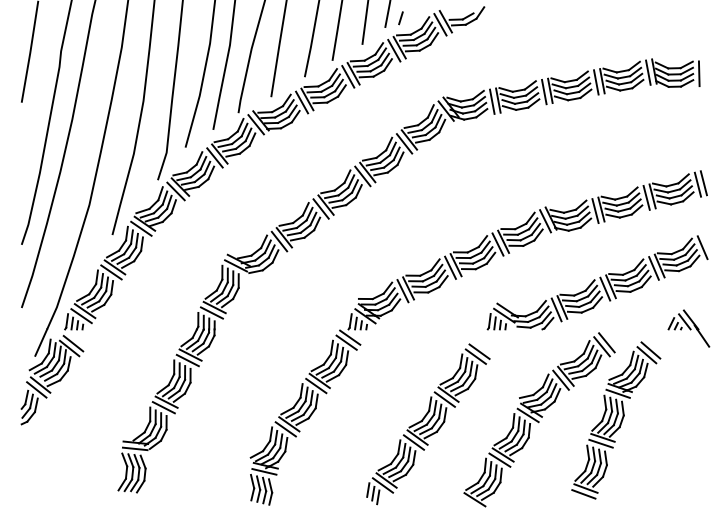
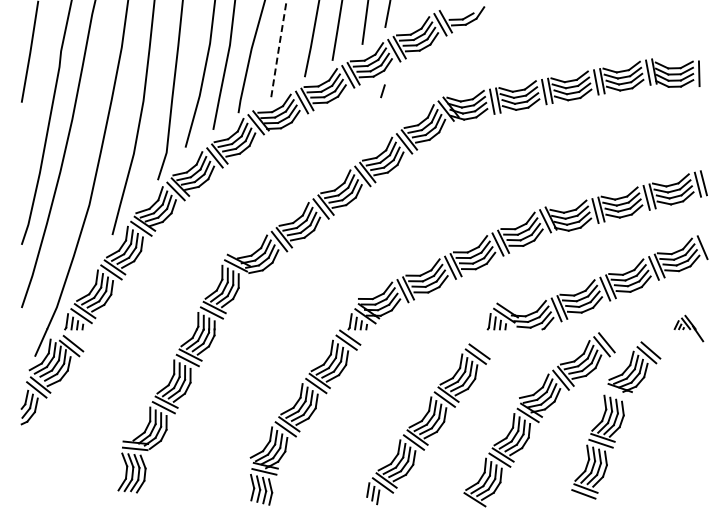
line at (400, 18) position: (400, 18) -> (382, 91)
line at (278, 48): solid -> dashed
part at (688, 328) size: 44x39 px -> 32x29 px
line at (617, 393): present -> none
